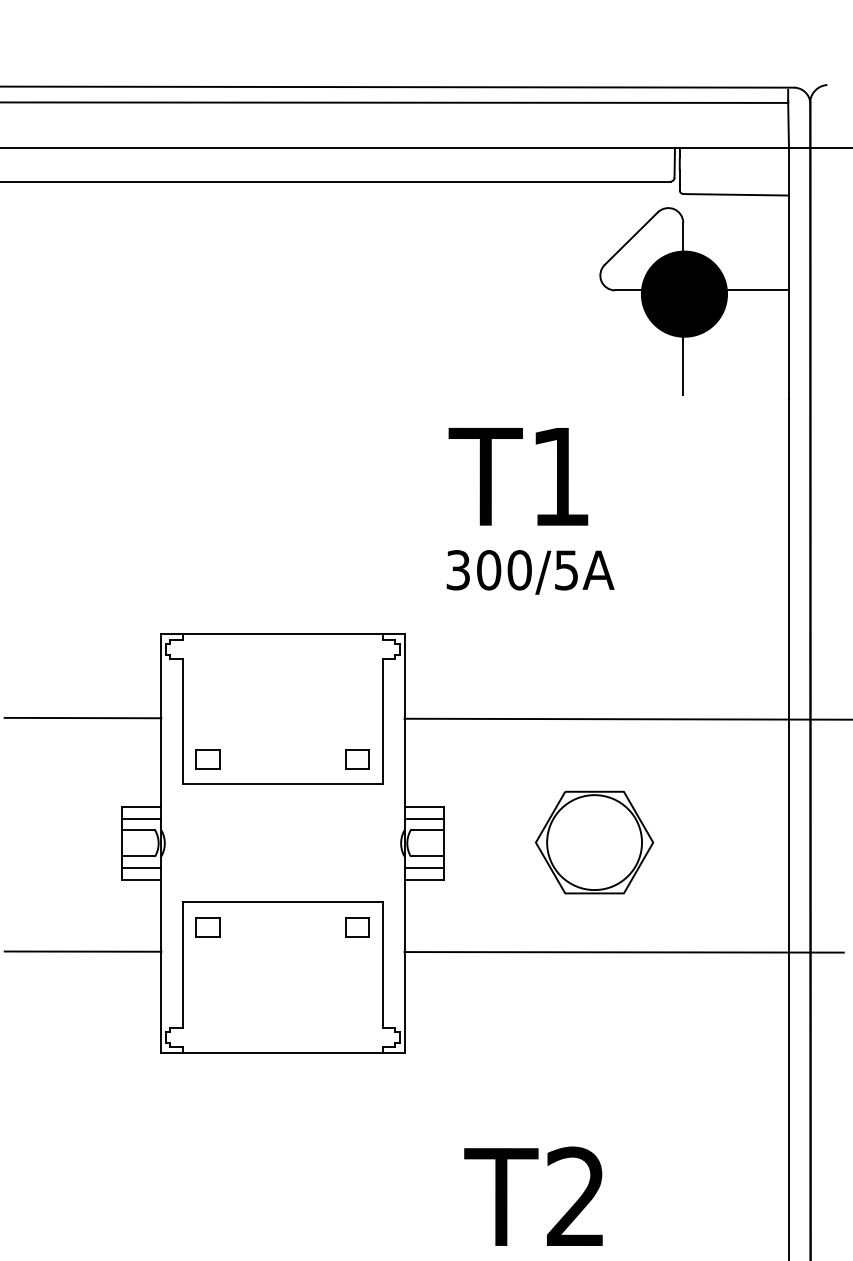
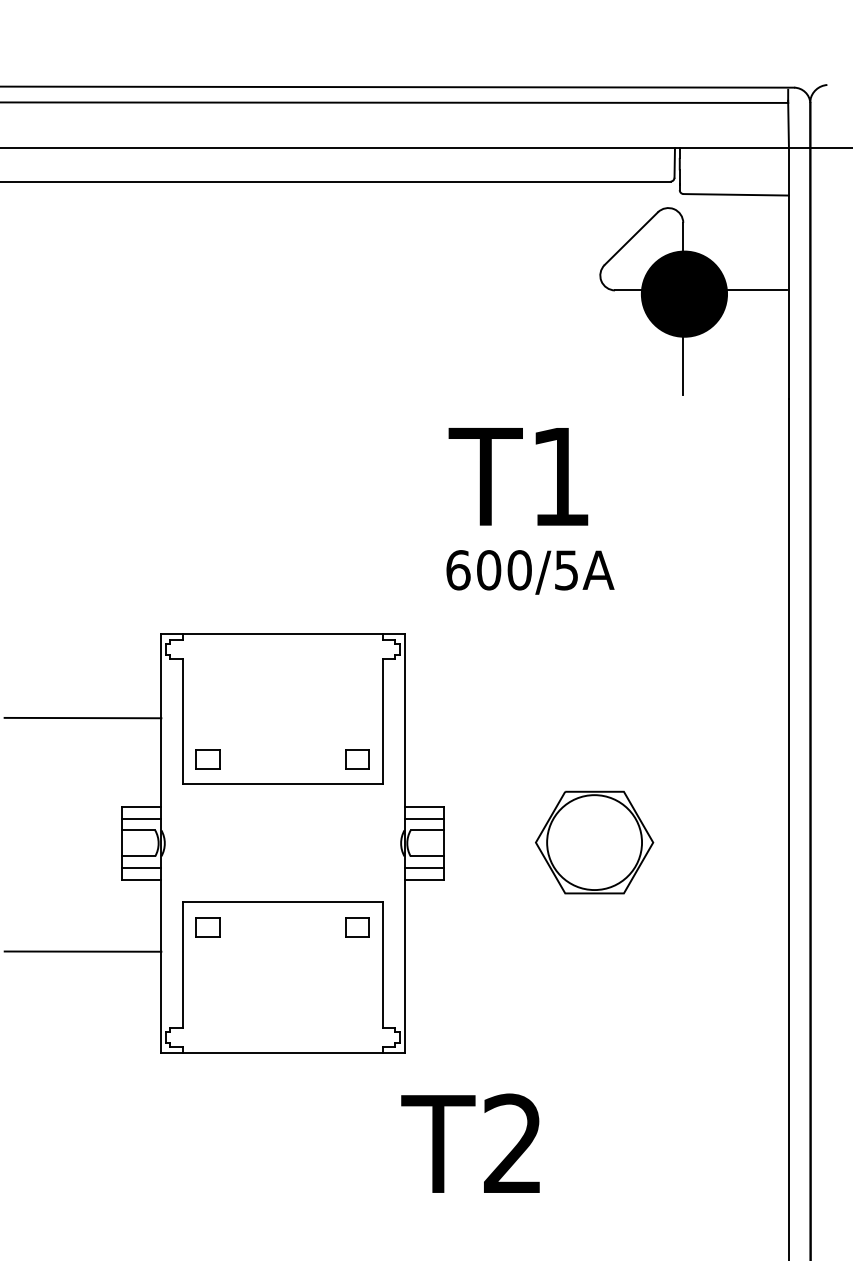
text at (458, 570): 300/5A -> 600/5A
line at (626, 718): present -> none
line at (623, 952): present -> none
text at (533, 1195) position: (533, 1195) -> (470, 1142)
